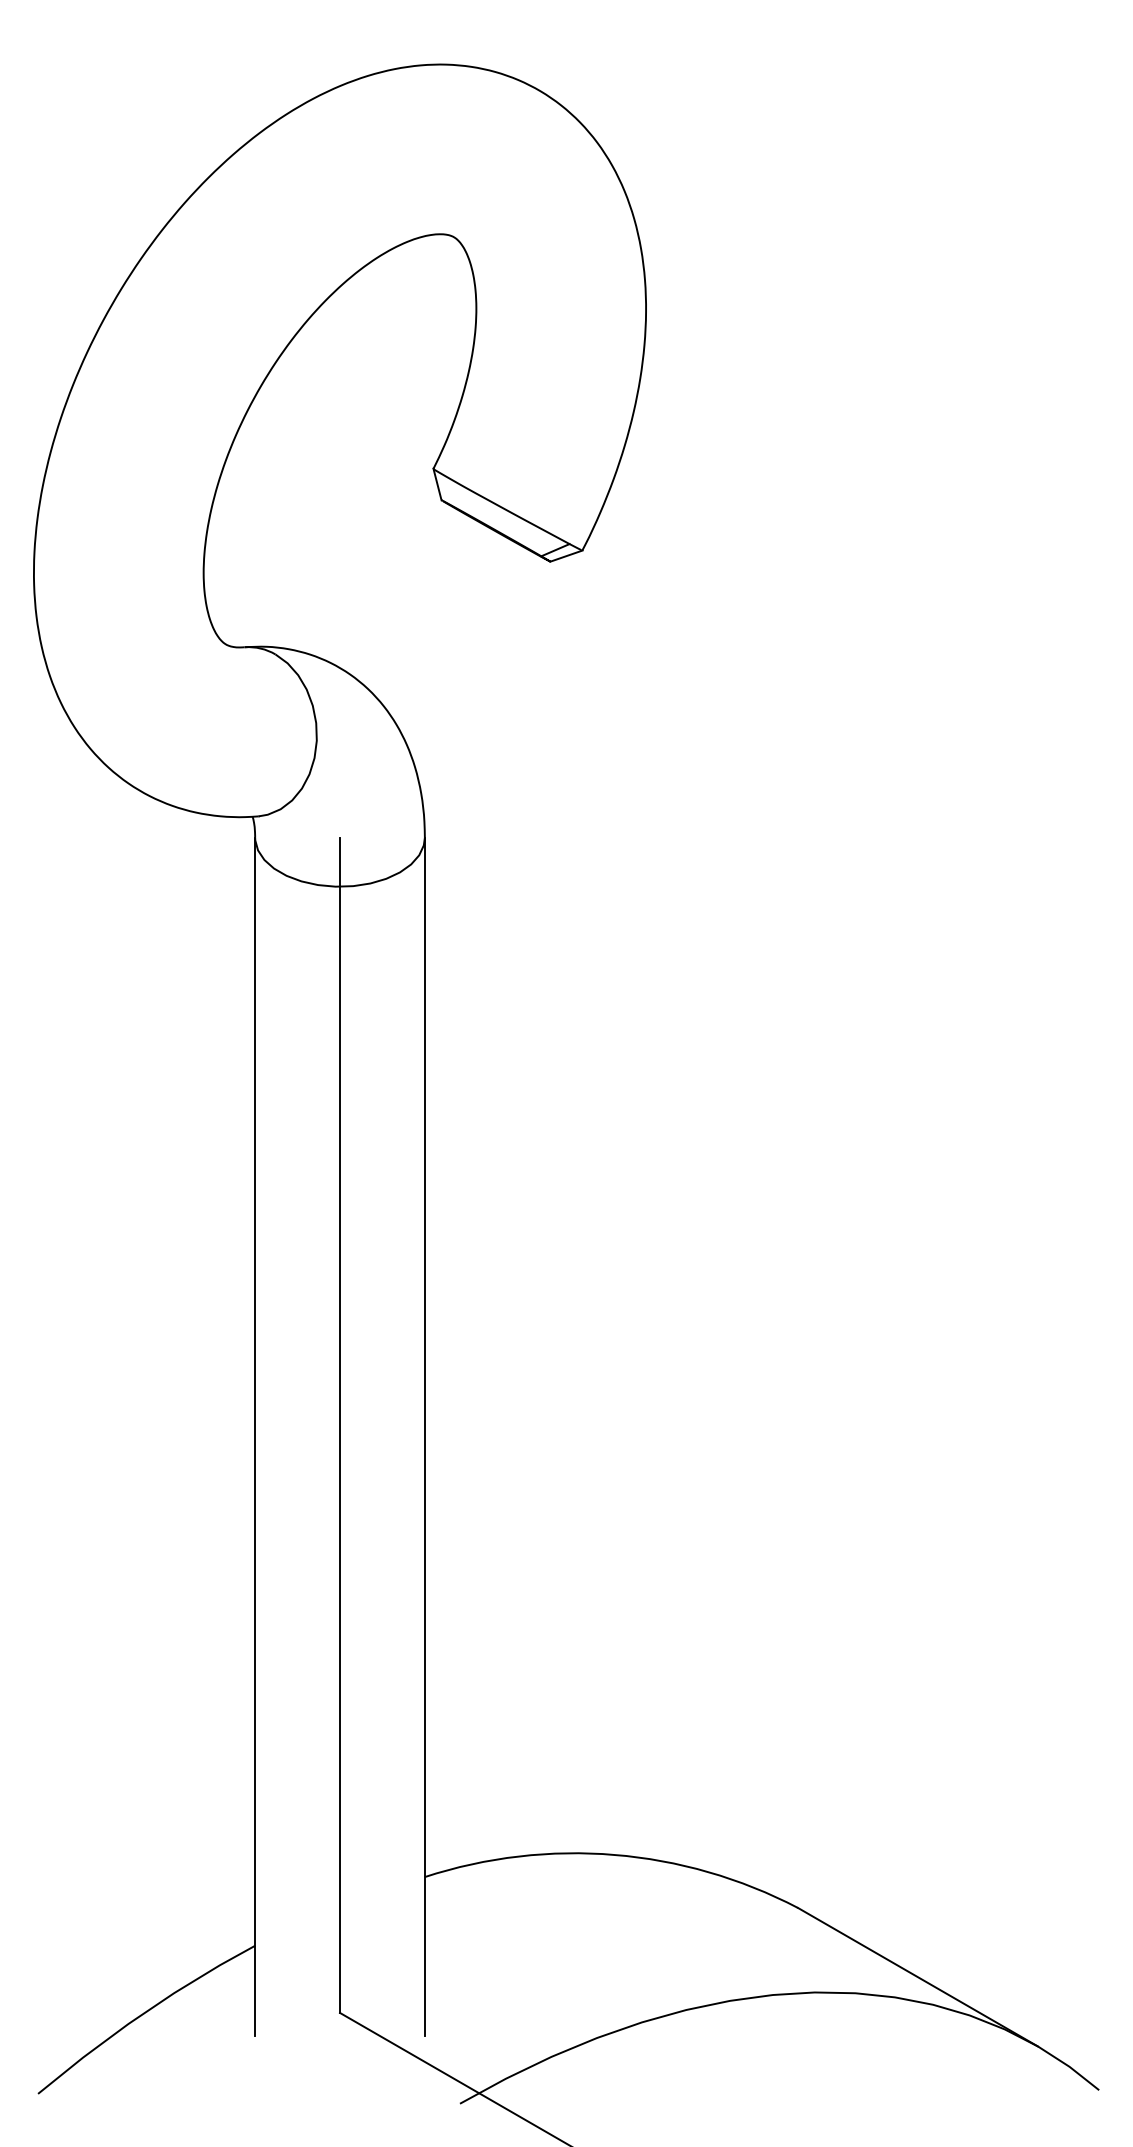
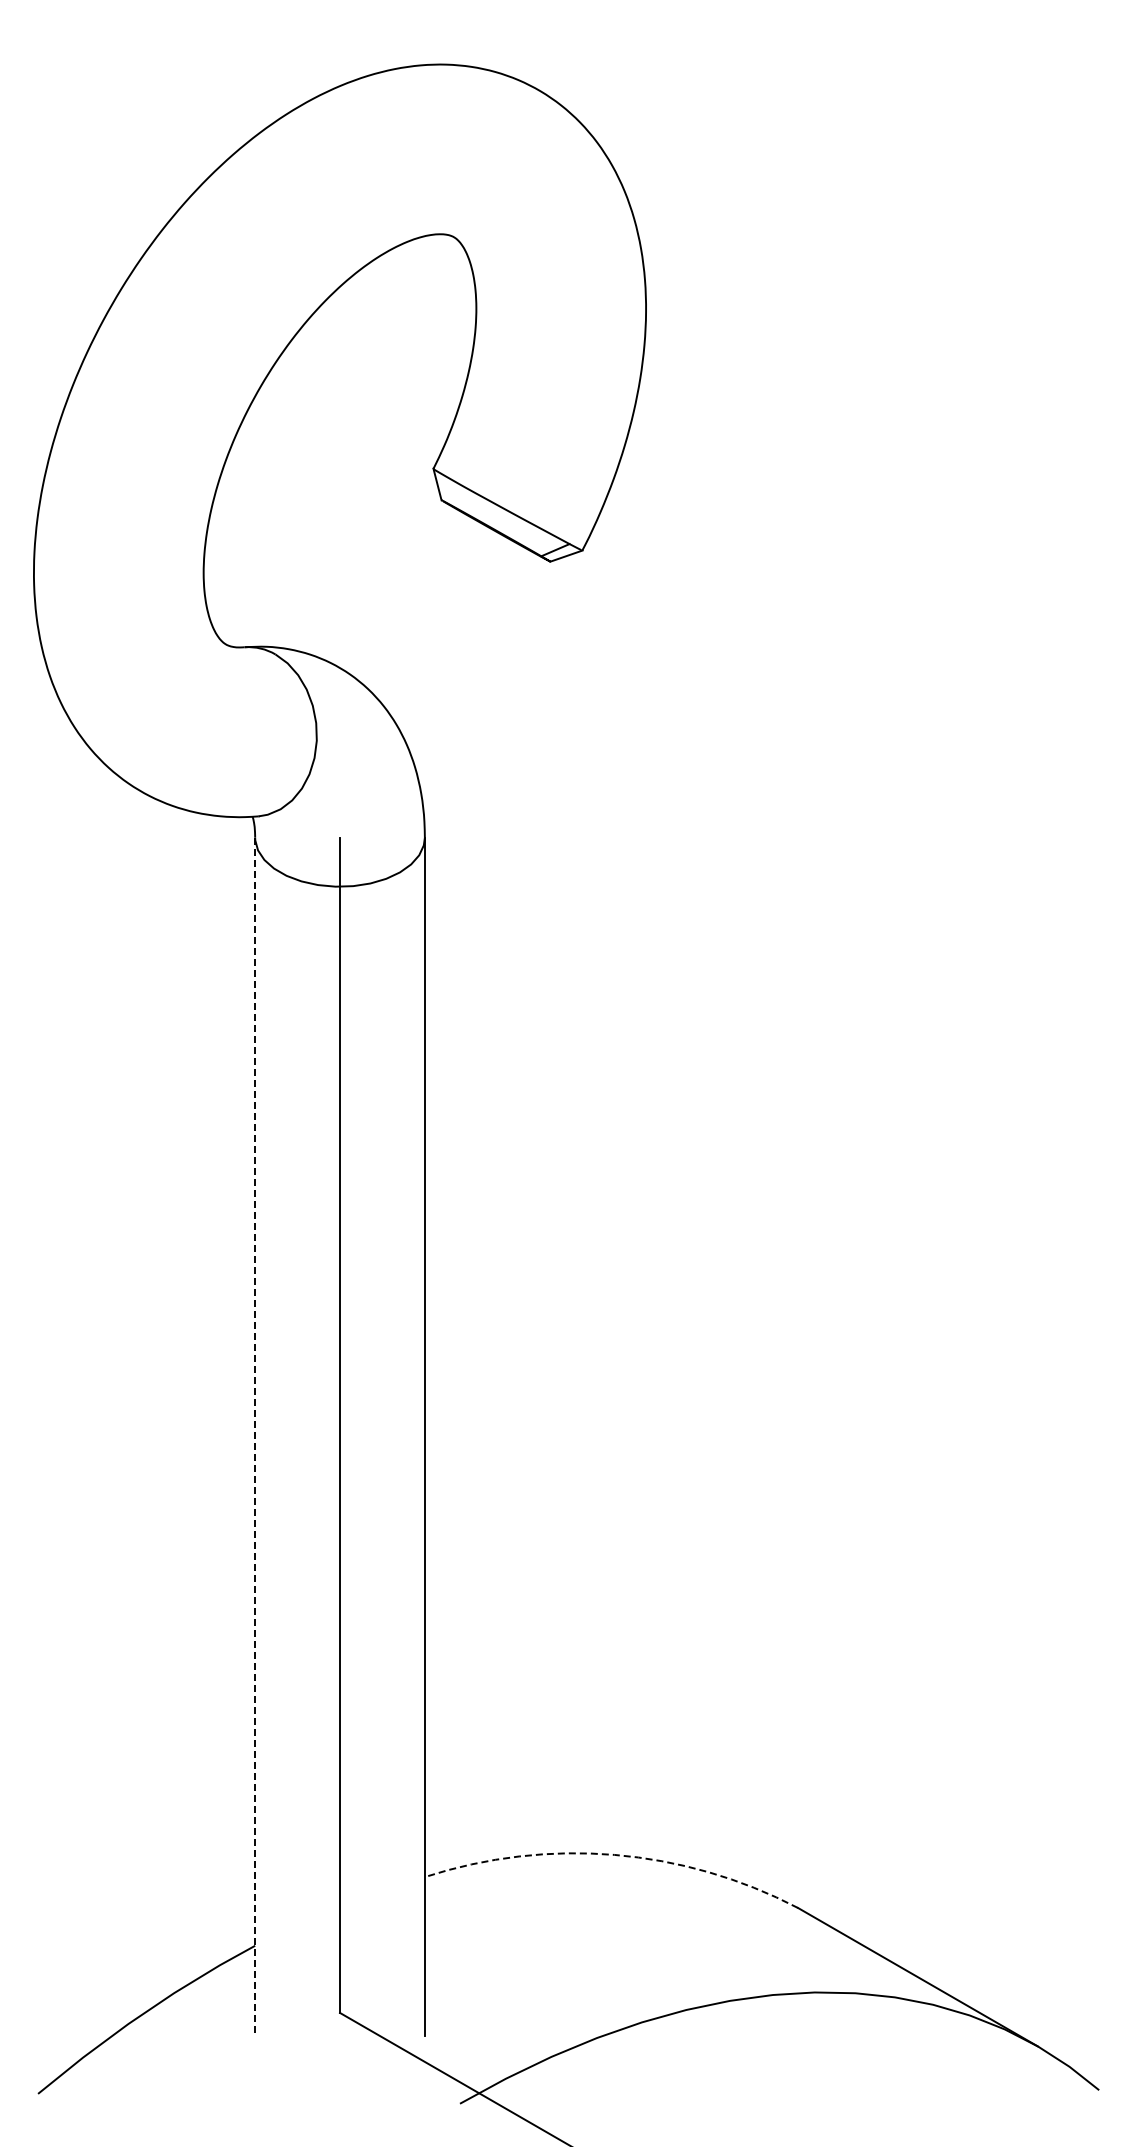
line at (255, 1436): solid -> dashed
arc at (614, 1854): solid -> dashed
